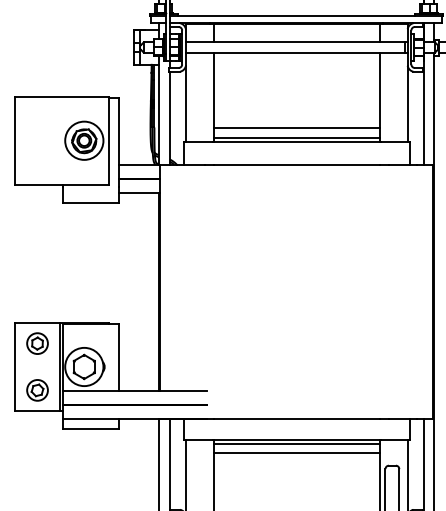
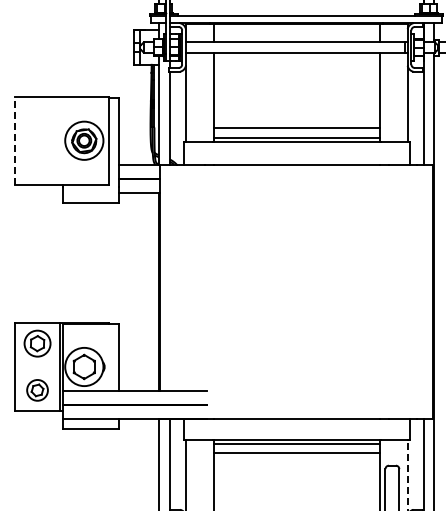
line at (15, 140): solid -> dashed
part at (37, 343) size: 23x23 px -> 29x29 px
line at (407, 474): solid -> dashed
